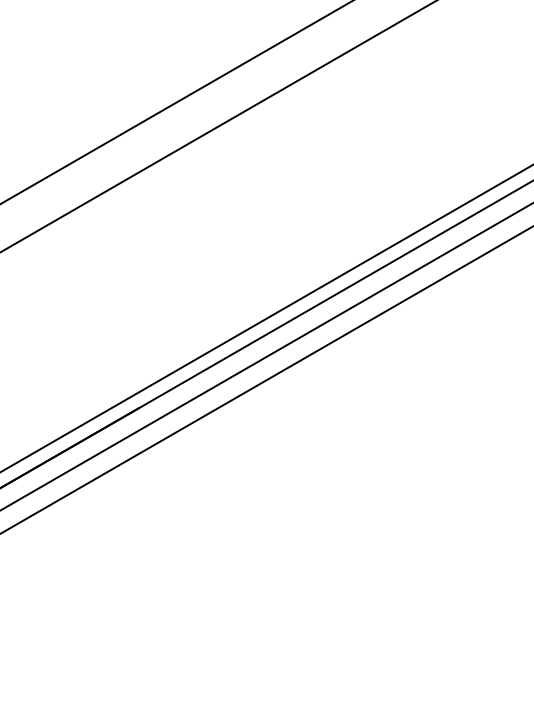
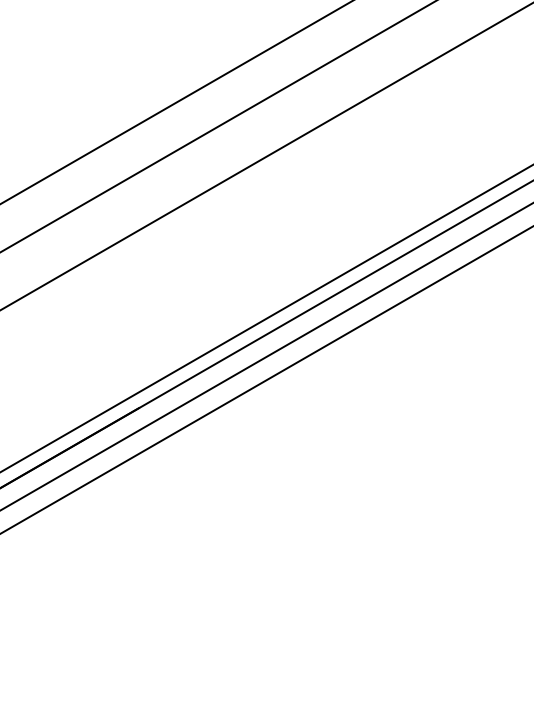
line at (266, 156): none -> present
